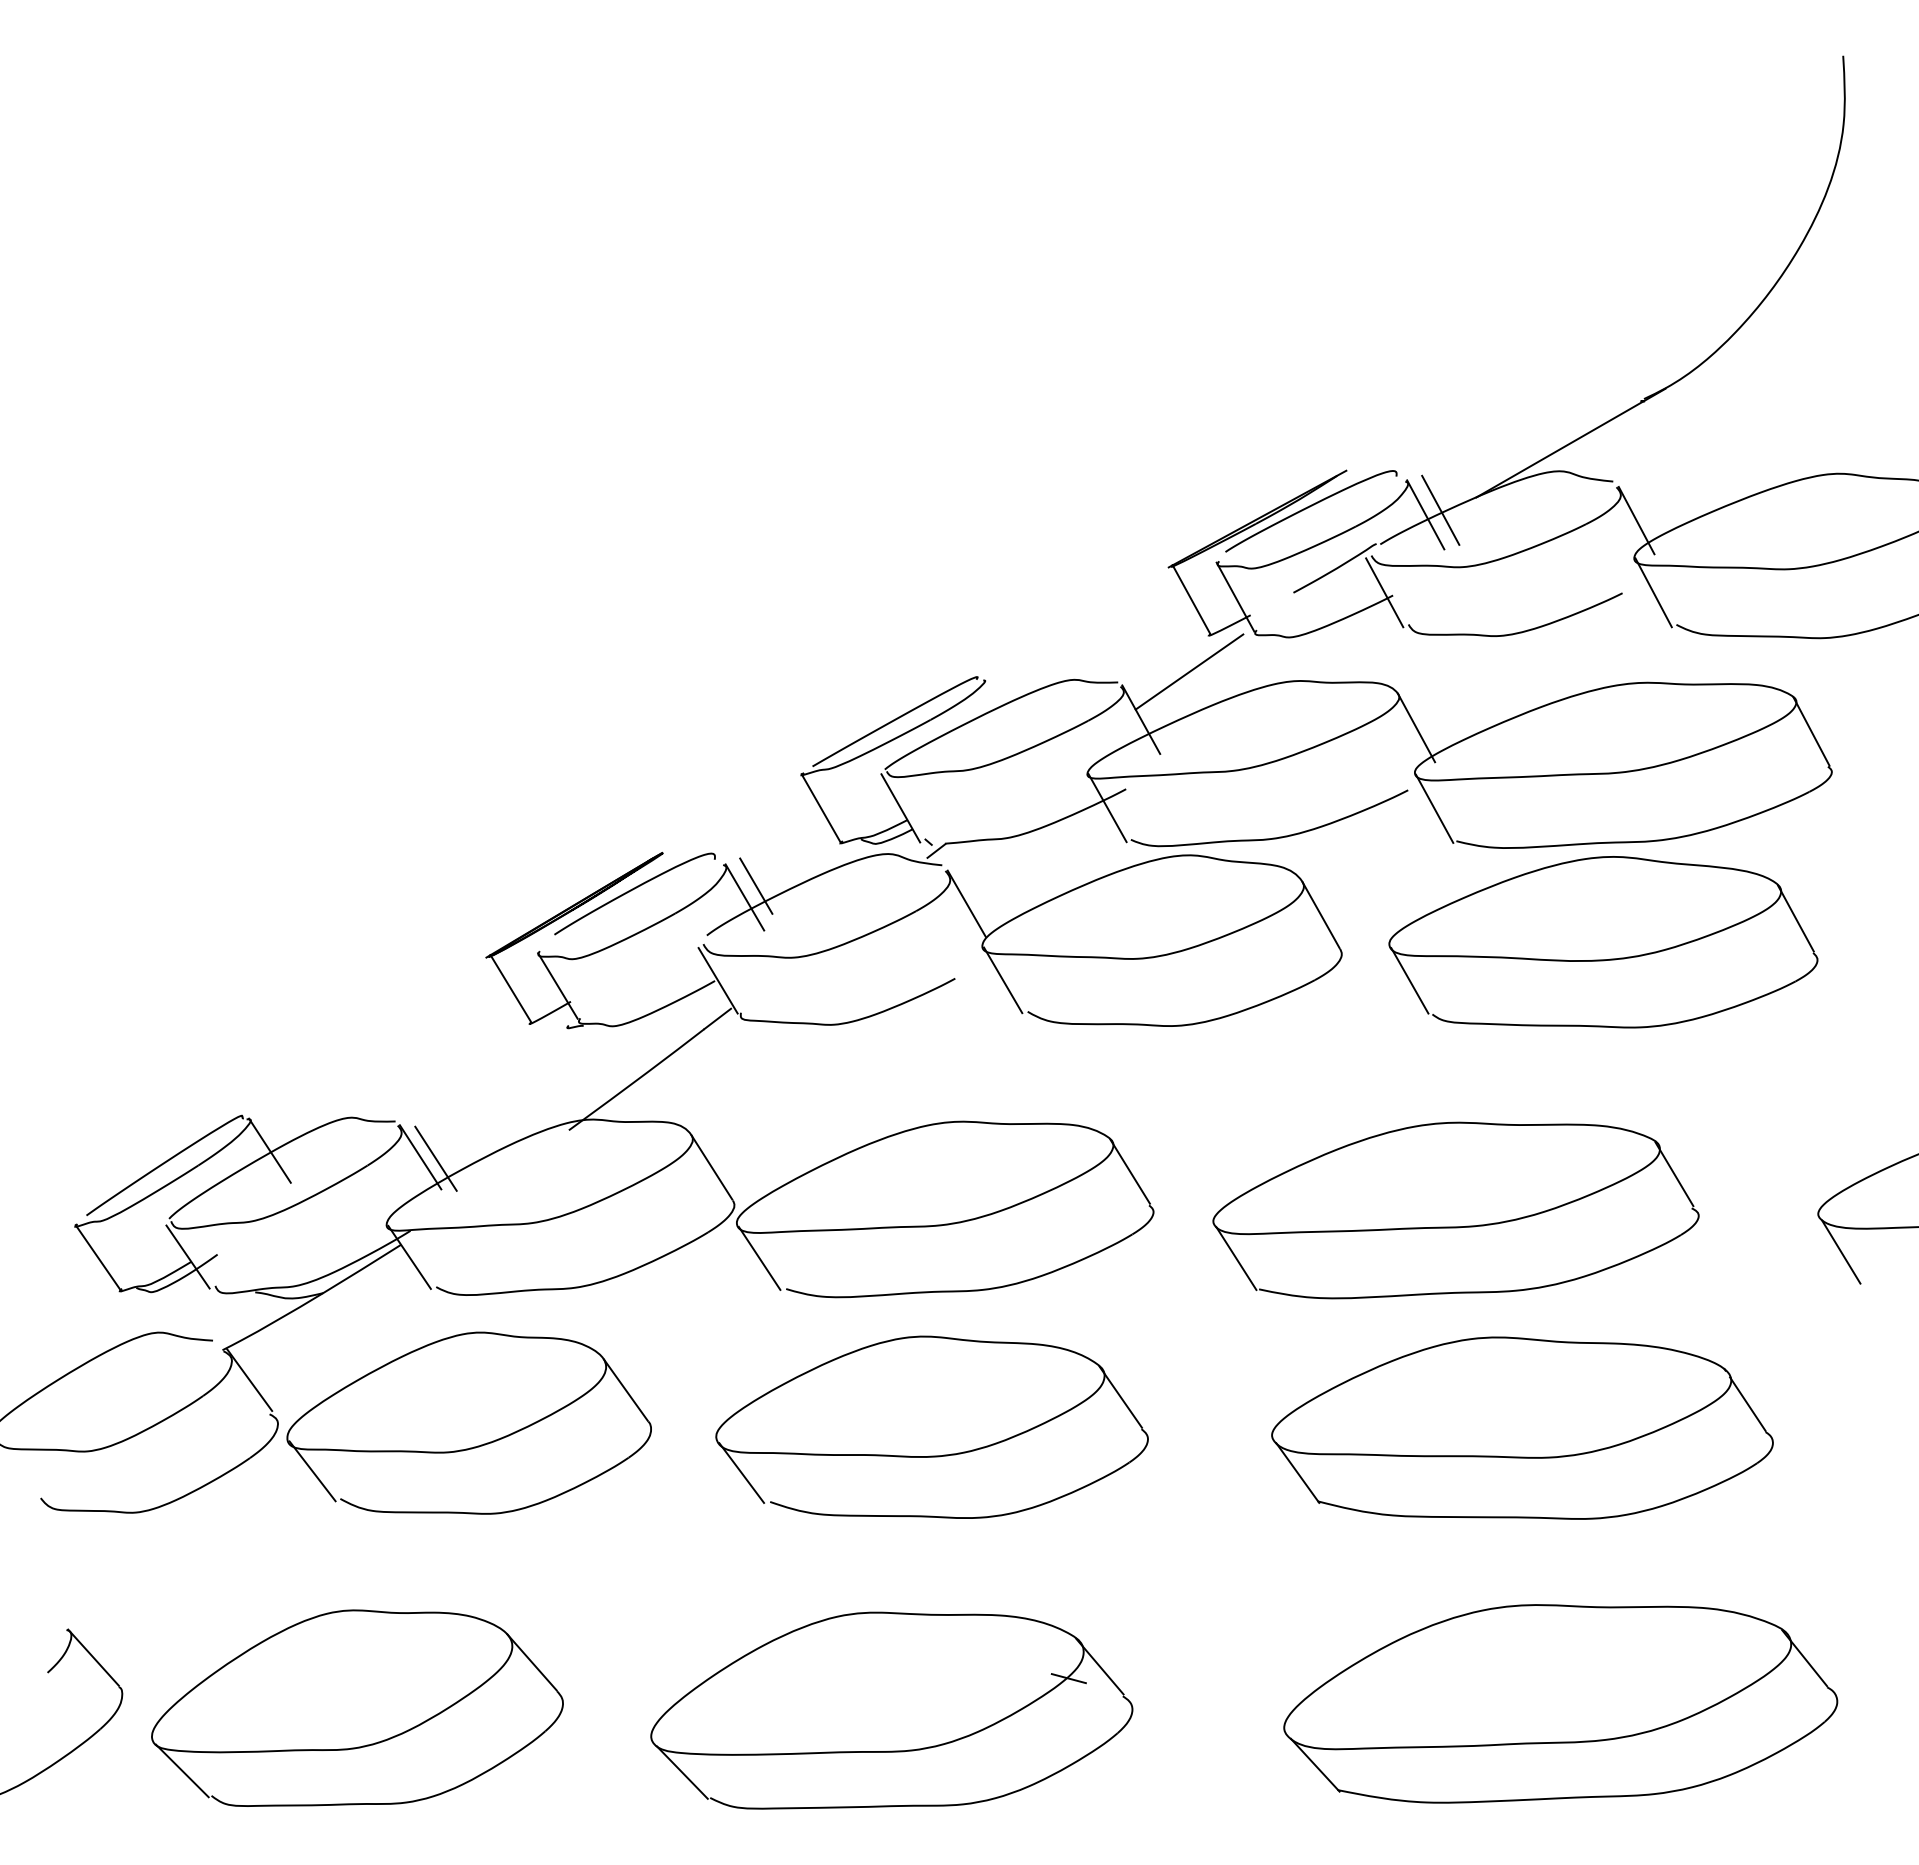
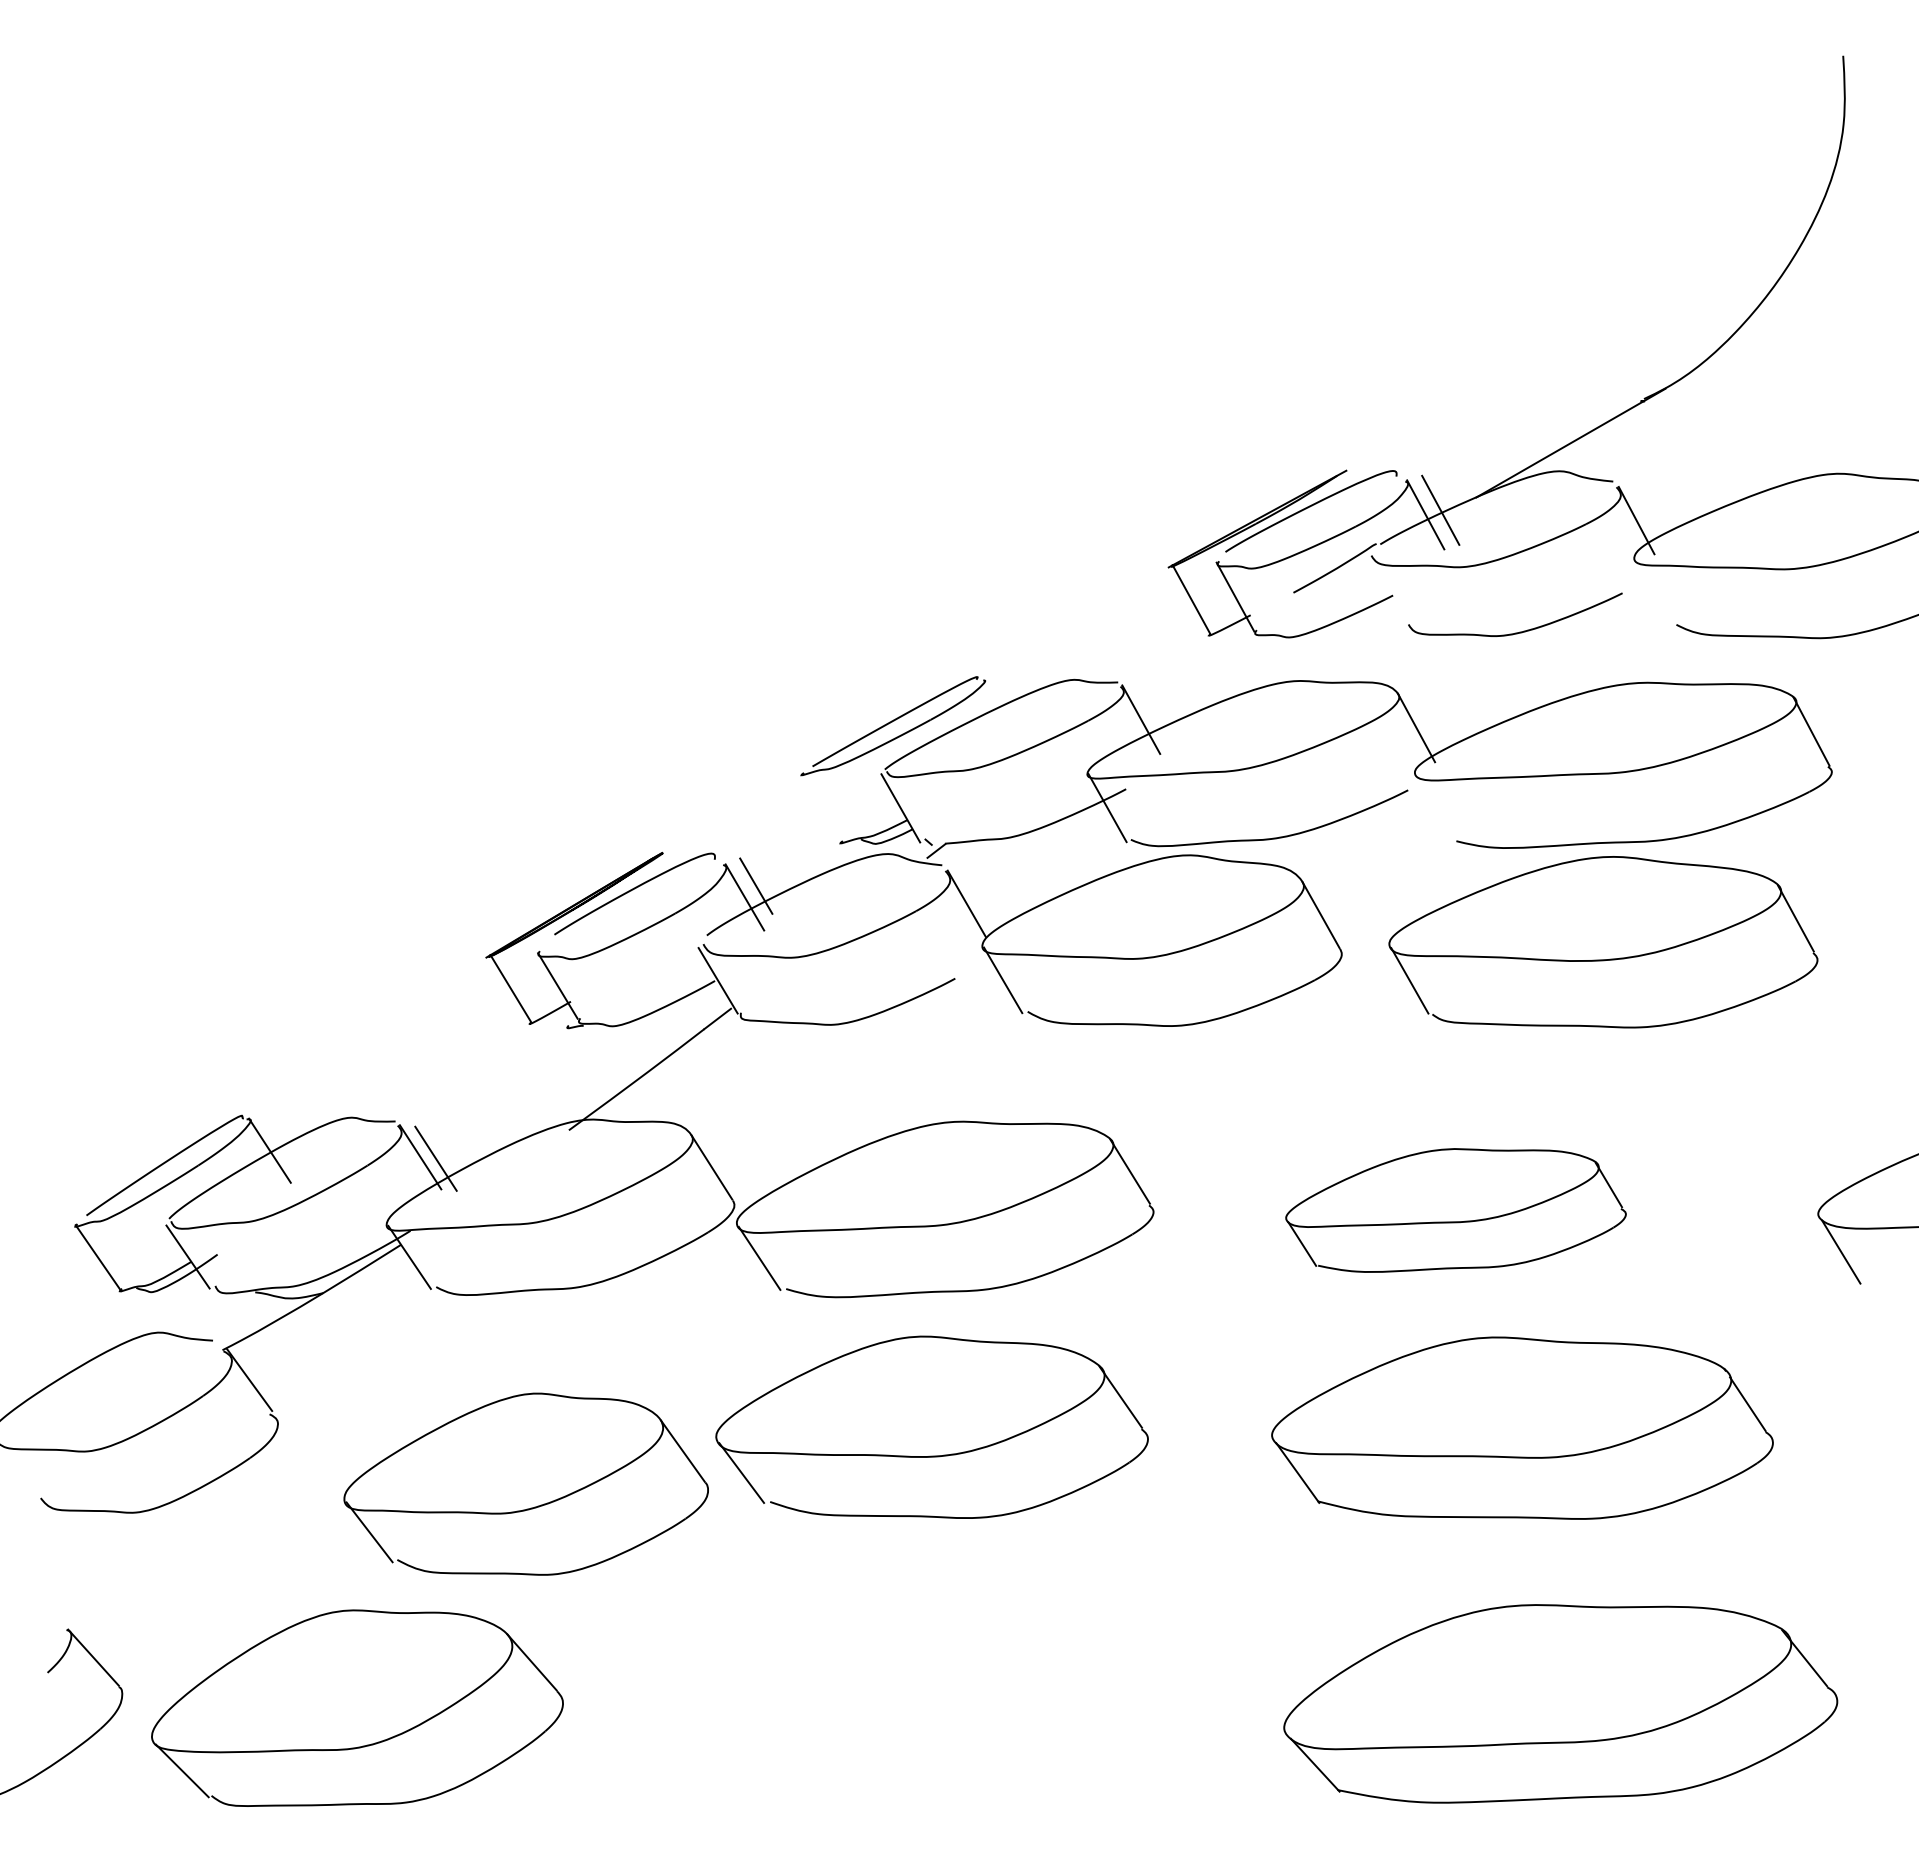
line at (1384, 592): present -> none
line at (1653, 592): present -> none
line at (1189, 671): present -> none
line at (820, 808): present -> none
line at (1434, 808): present -> none
part at (1455, 1210) size: 488x179 px -> 342x125 px
part at (468, 1422) position: (468, 1422) -> (525, 1483)
part at (891, 1710): present -> none
